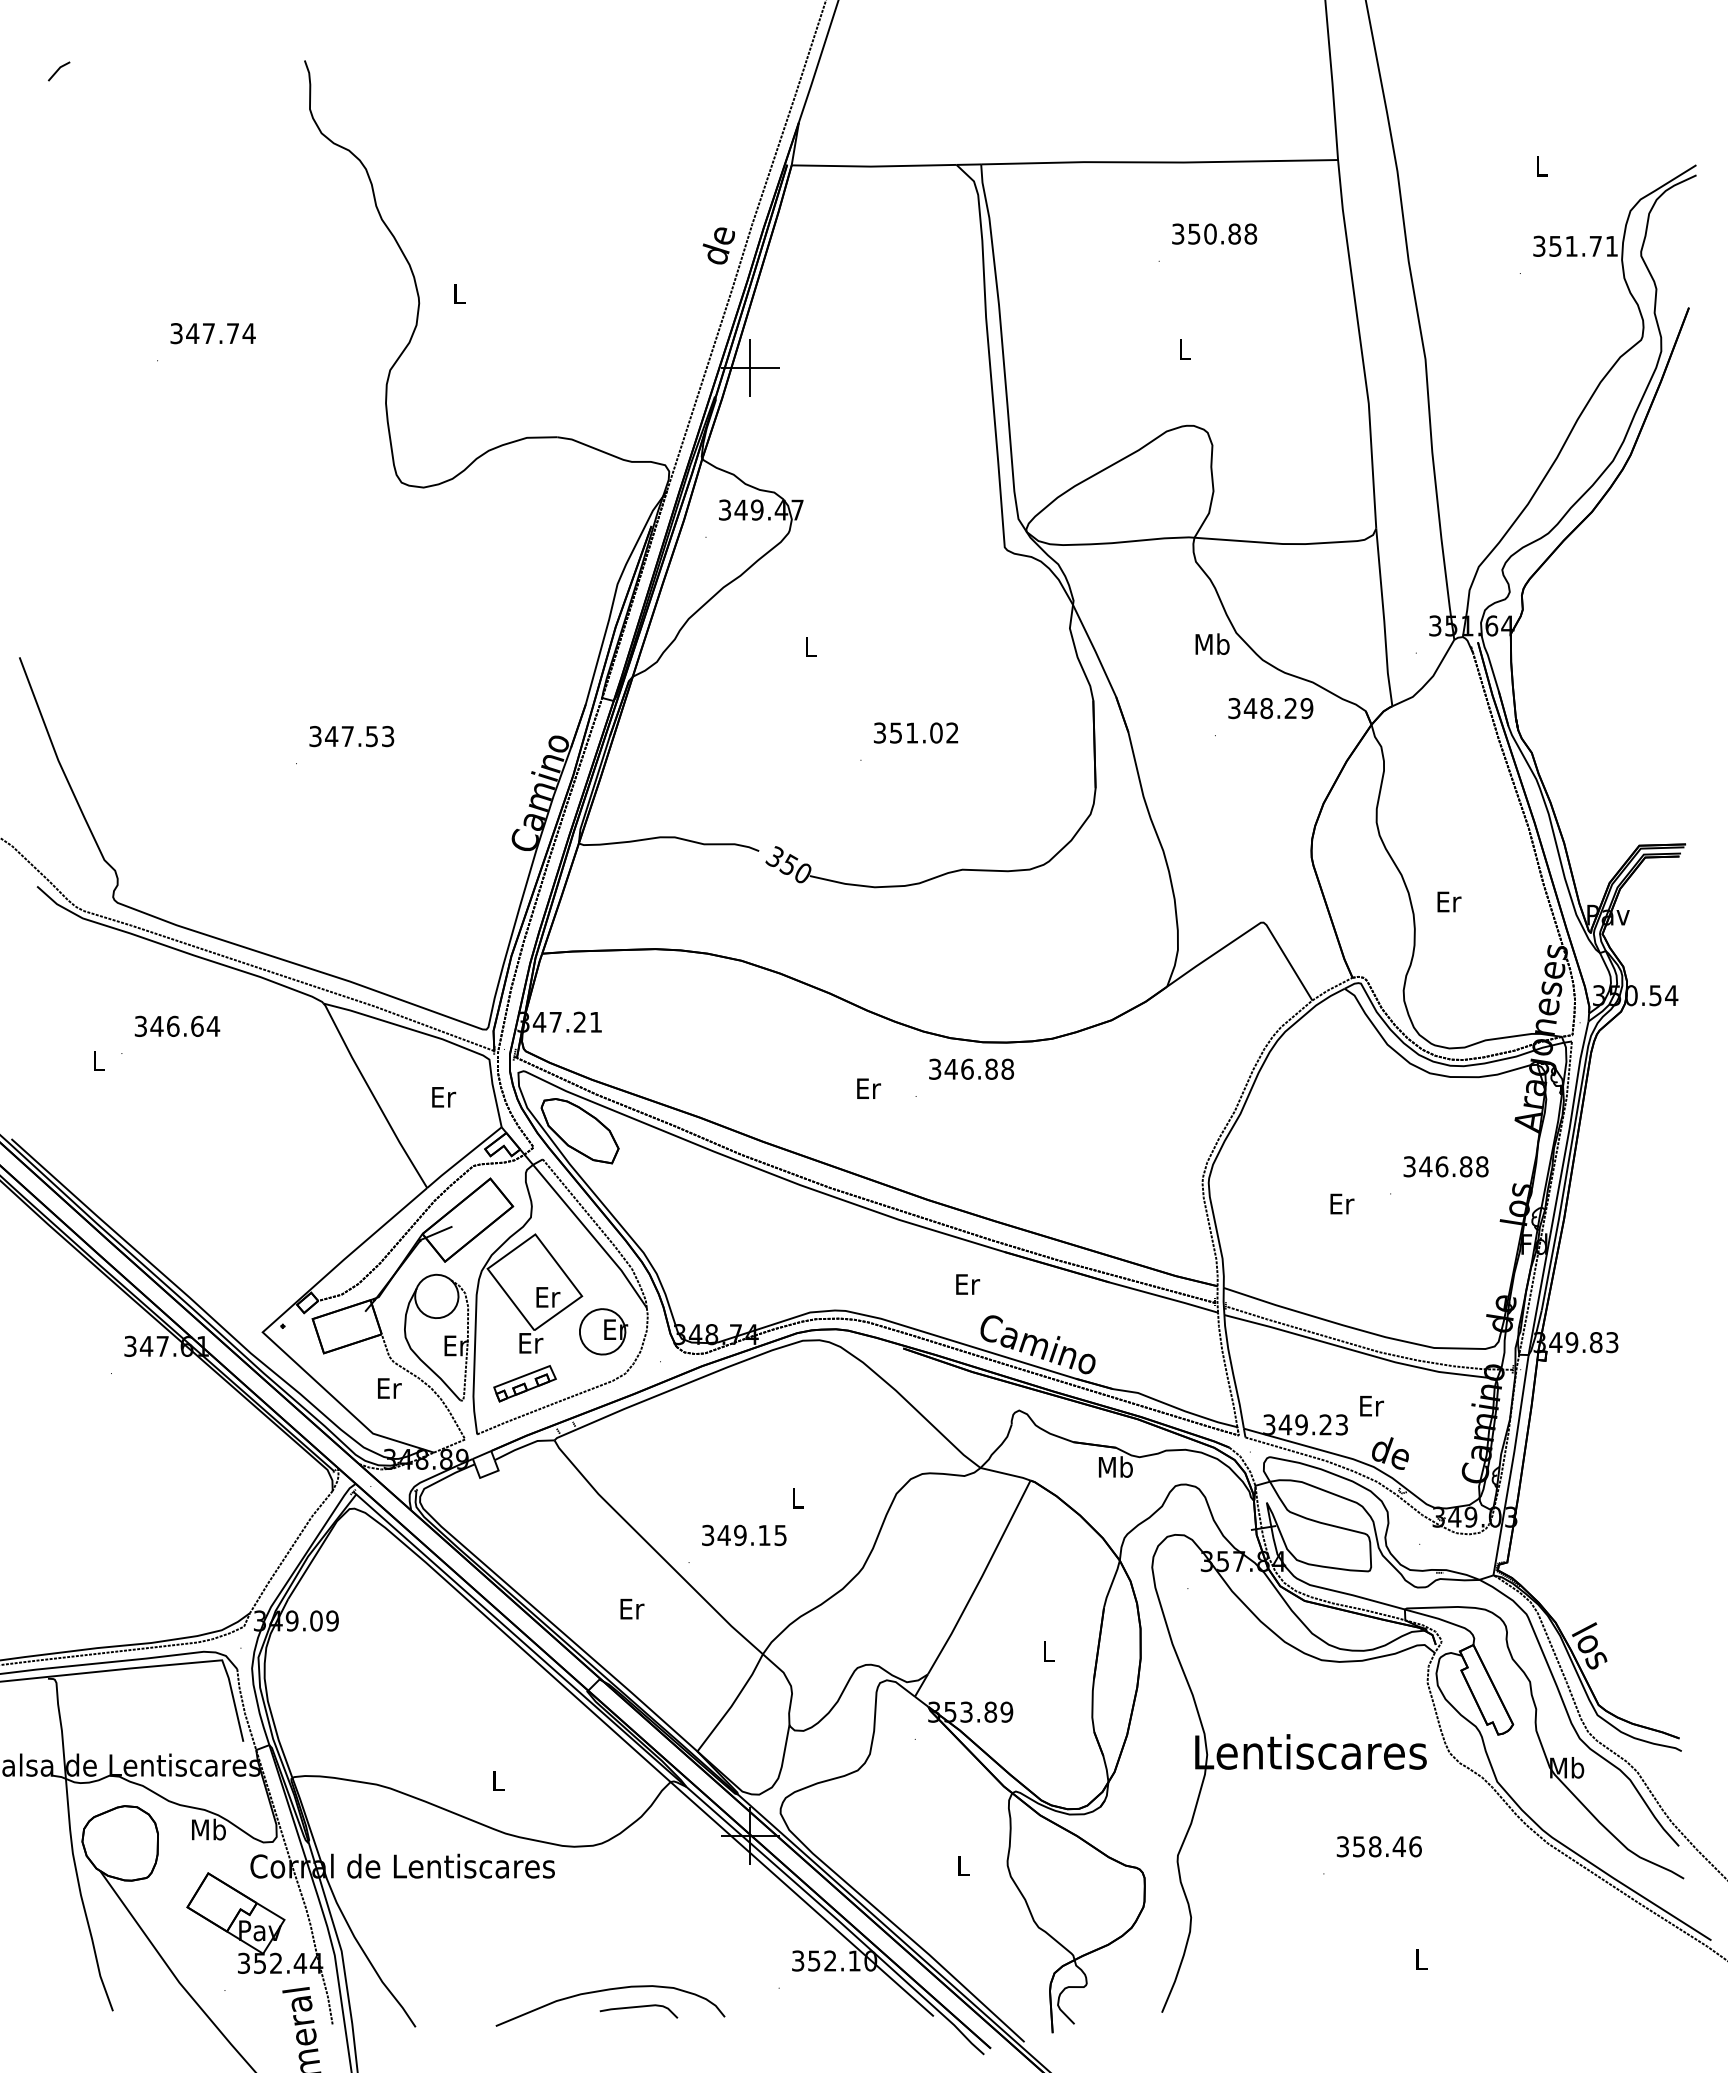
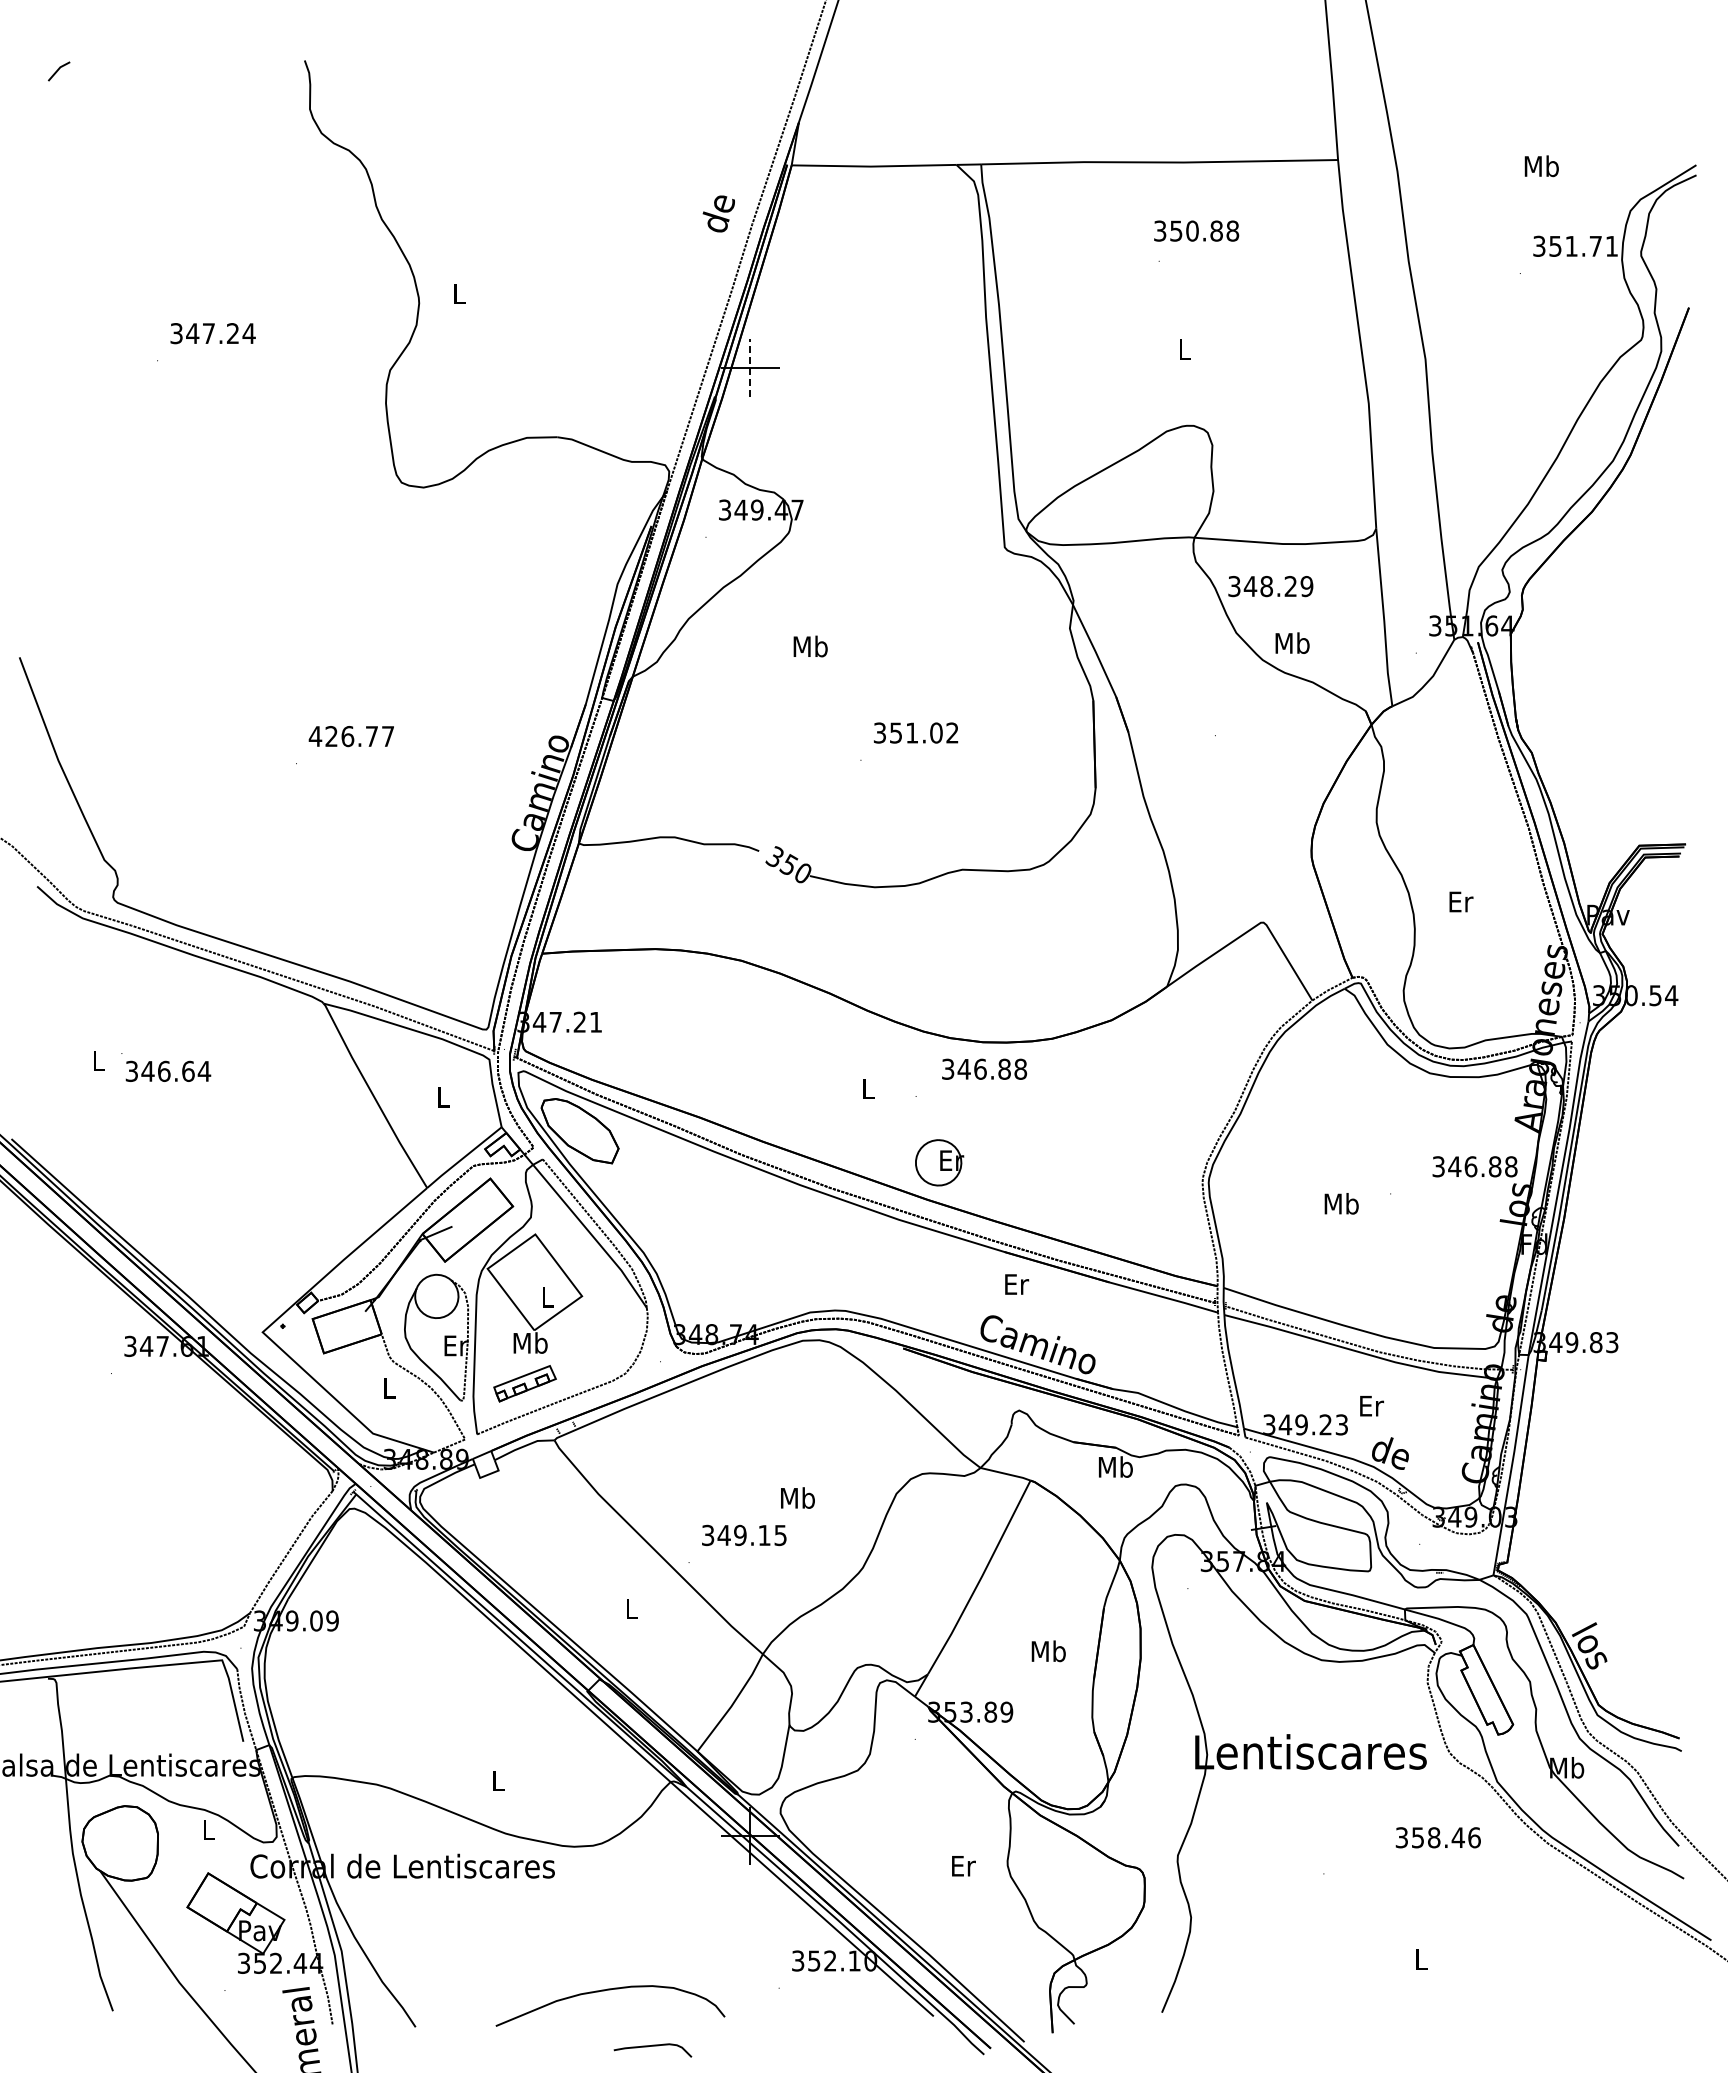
text at (1541, 166): L -> Mb
text at (1214, 233) position: (1214, 233) -> (1196, 230)
text at (718, 245) position: (718, 245) -> (718, 213)
text at (232, 333): 347.74 -> 347.24
line at (750, 367): solid -> dashed
text at (1212, 643) position: (1212, 643) -> (1292, 642)
text at (810, 646): L -> Mb
text at (1270, 708) position: (1270, 708) -> (1270, 586)
text at (351, 736): 347.53 -> 426.77
text at (1449, 901) position: (1449, 901) -> (1461, 901)
text at (177, 1025) position: (177, 1025) -> (168, 1070)
text at (971, 1068) position: (971, 1068) -> (984, 1068)
text at (869, 1088): Er -> L
text at (444, 1097): Er -> L
text at (1445, 1166) position: (1445, 1166) -> (1474, 1166)
text at (1341, 1203): Er -> Mb
text at (968, 1284) position: (968, 1284) -> (1017, 1284)
text at (548, 1297): Er -> L
part at (603, 1331) position: (603, 1331) -> (939, 1162)
text at (530, 1342): Er -> Mb
text at (389, 1388): Er -> L
text at (797, 1497): L -> Mb
text at (632, 1608): Er -> L
text at (1048, 1651): L -> Mb
text at (208, 1829): Mb -> L
text at (1378, 1846) position: (1378, 1846) -> (1437, 1837)
text at (963, 1866): L -> Er
curve at (638, 2007) position: (638, 2007) -> (652, 2046)
